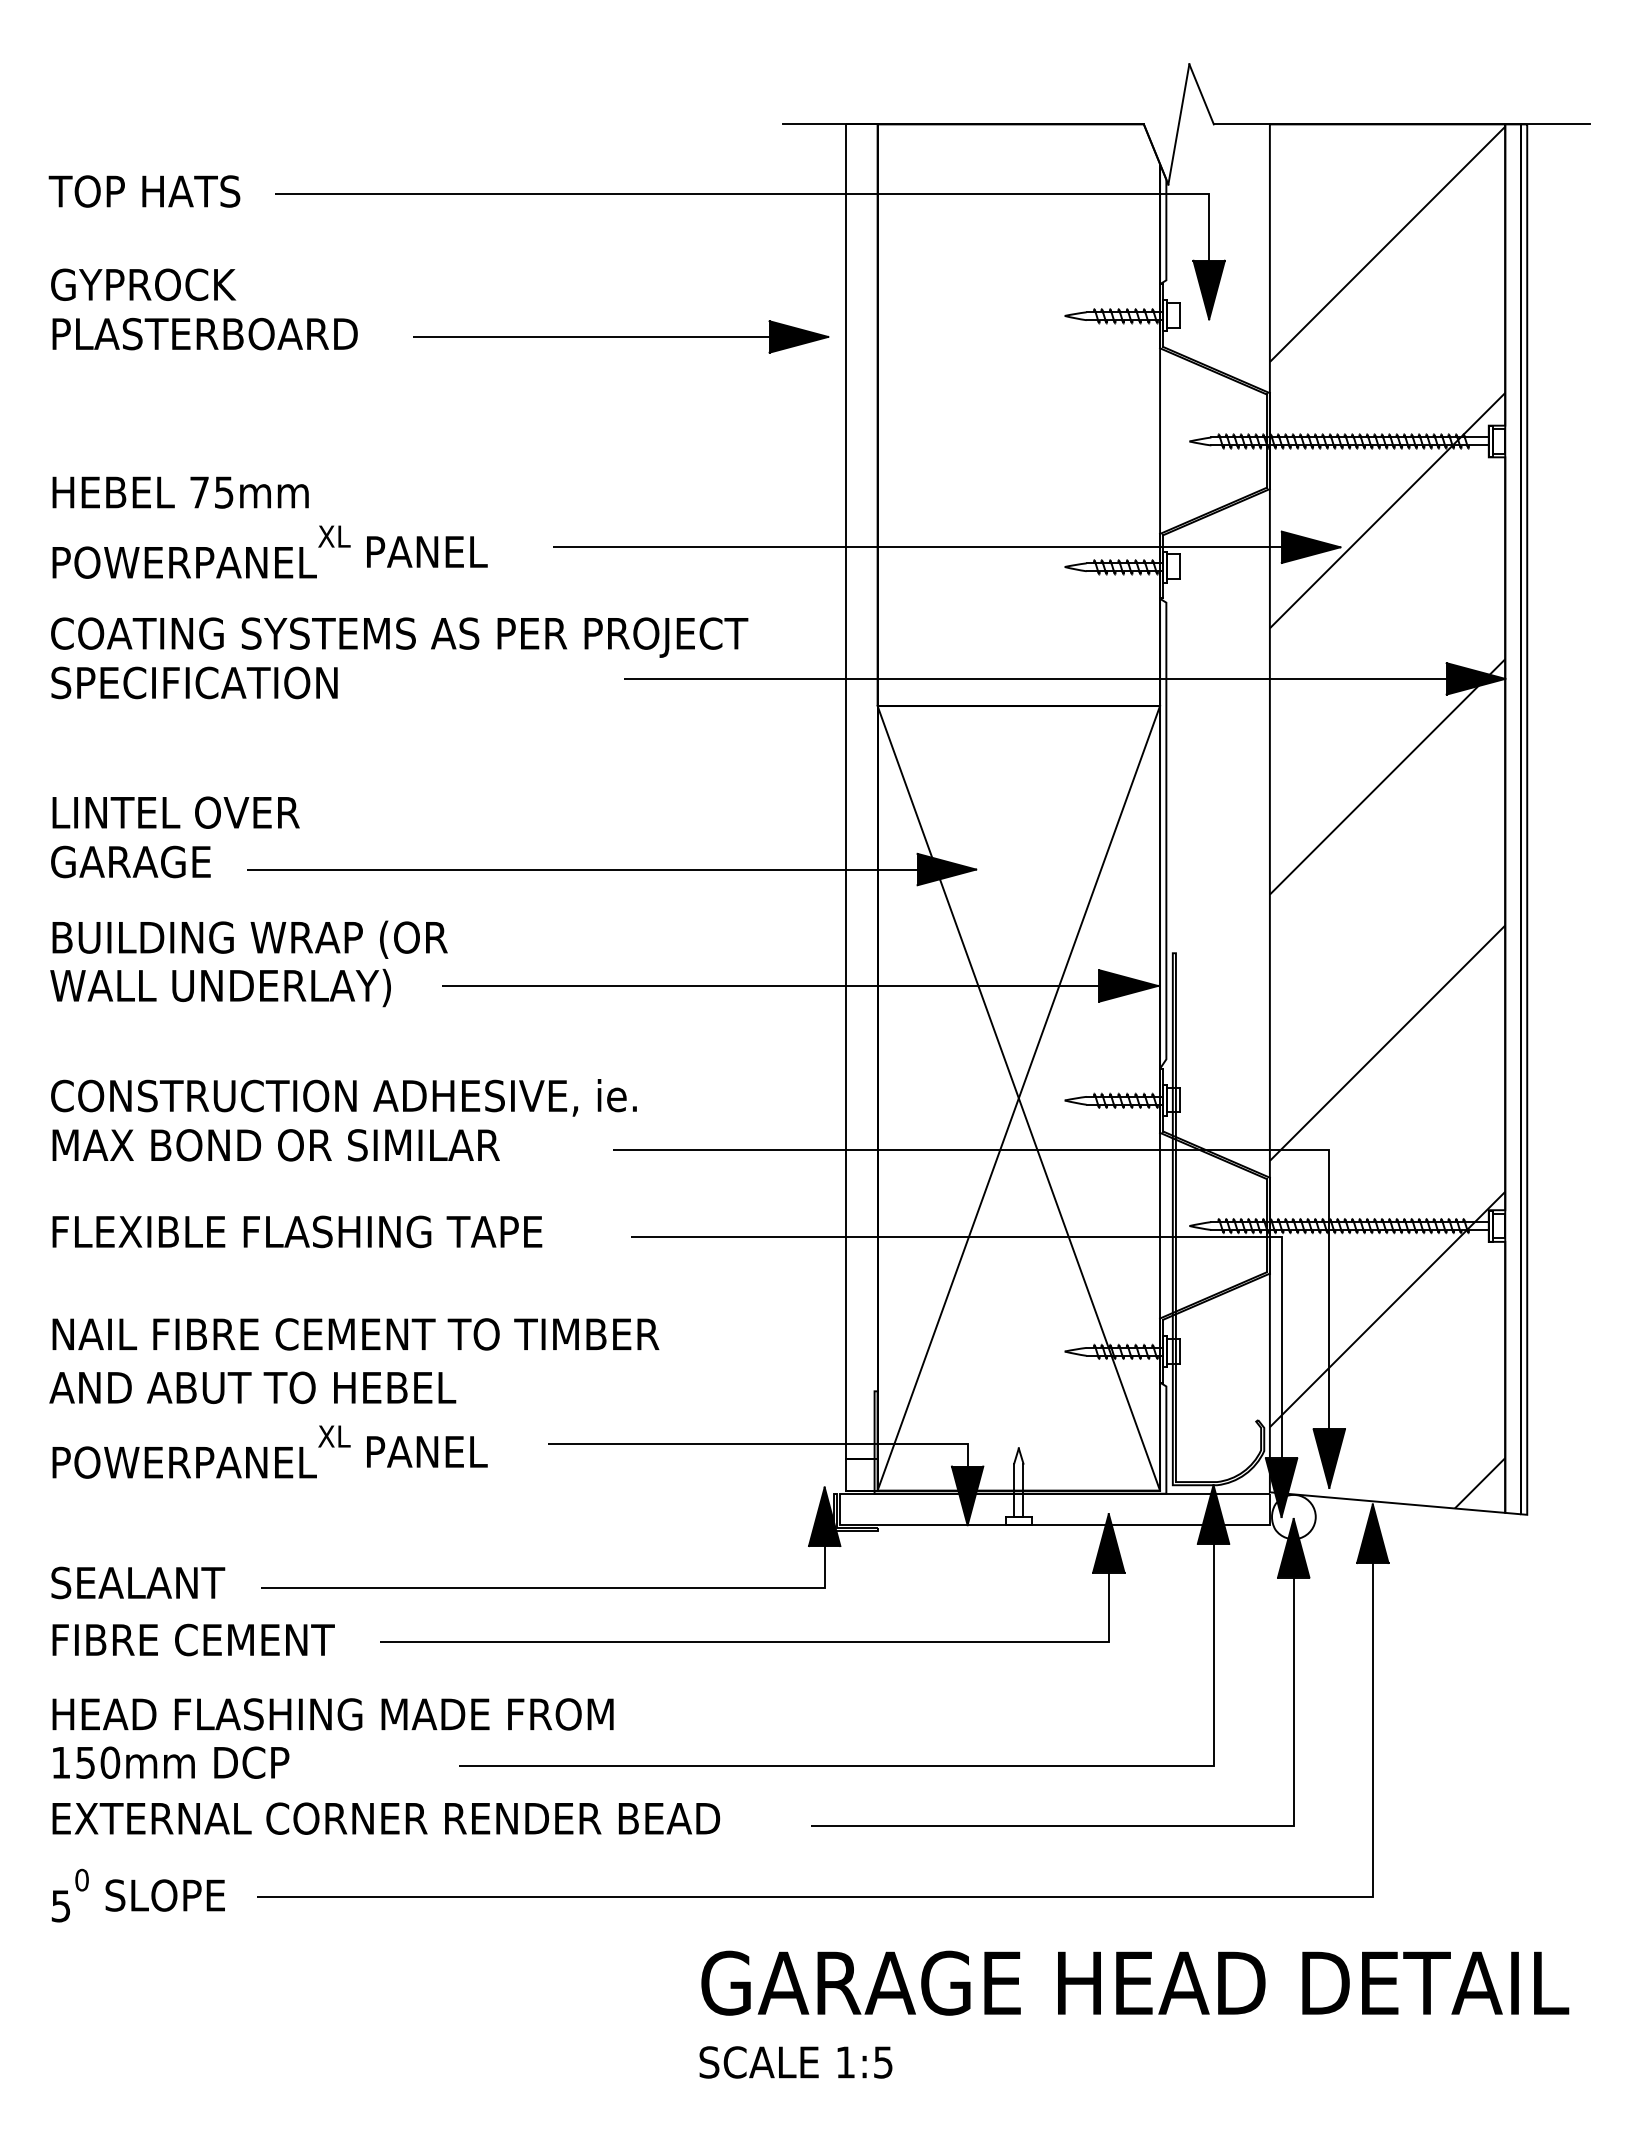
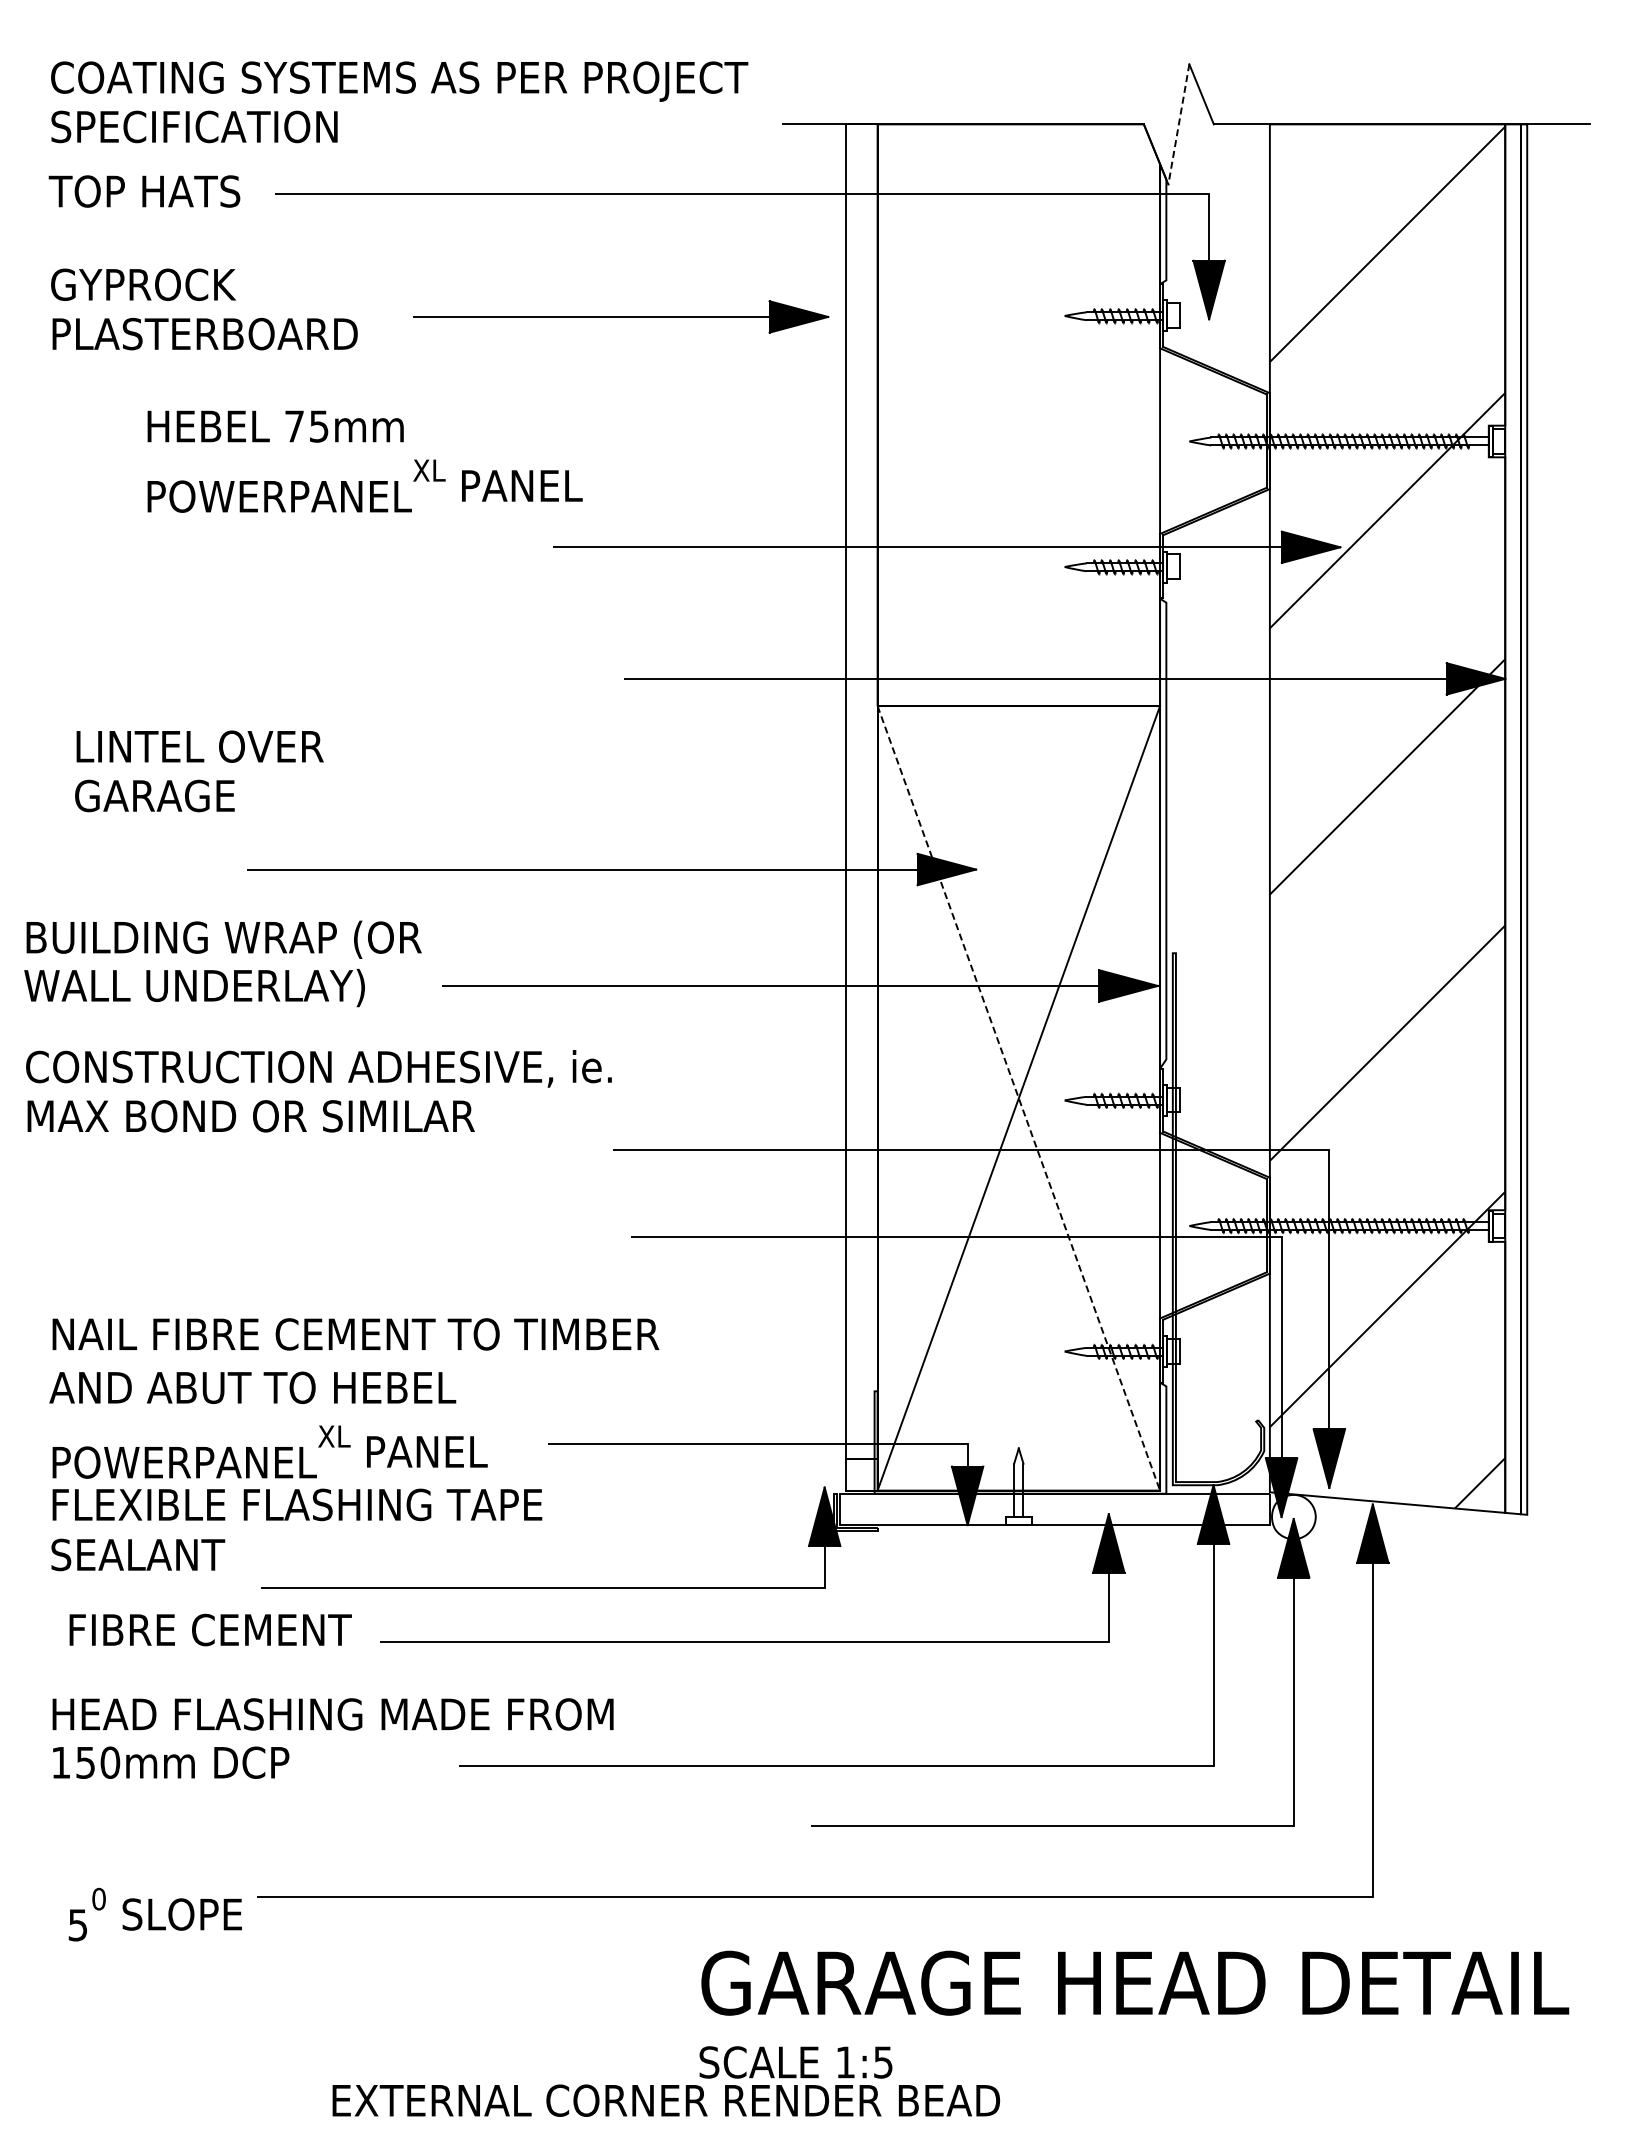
line at (1178, 124): solid -> dashed
part at (621, 336) position: (621, 336) -> (621, 316)
text at (269, 527) position: (269, 527) -> (364, 461)
text at (399, 658) position: (399, 658) -> (399, 102)
text at (175, 837) position: (175, 837) -> (199, 771)
text at (248, 963) position: (248, 963) -> (222, 963)
line at (1018, 1098): solid -> dashed
text at (343, 1120) position: (343, 1120) -> (318, 1091)
text at (297, 1231) position: (297, 1231) -> (297, 1504)
text at (138, 1582) position: (138, 1582) -> (138, 1554)
text at (193, 1639) position: (193, 1639) -> (210, 1629)
text at (386, 1818) position: (386, 1818) -> (666, 2100)
text at (137, 1895) position: (137, 1895) -> (154, 1914)
